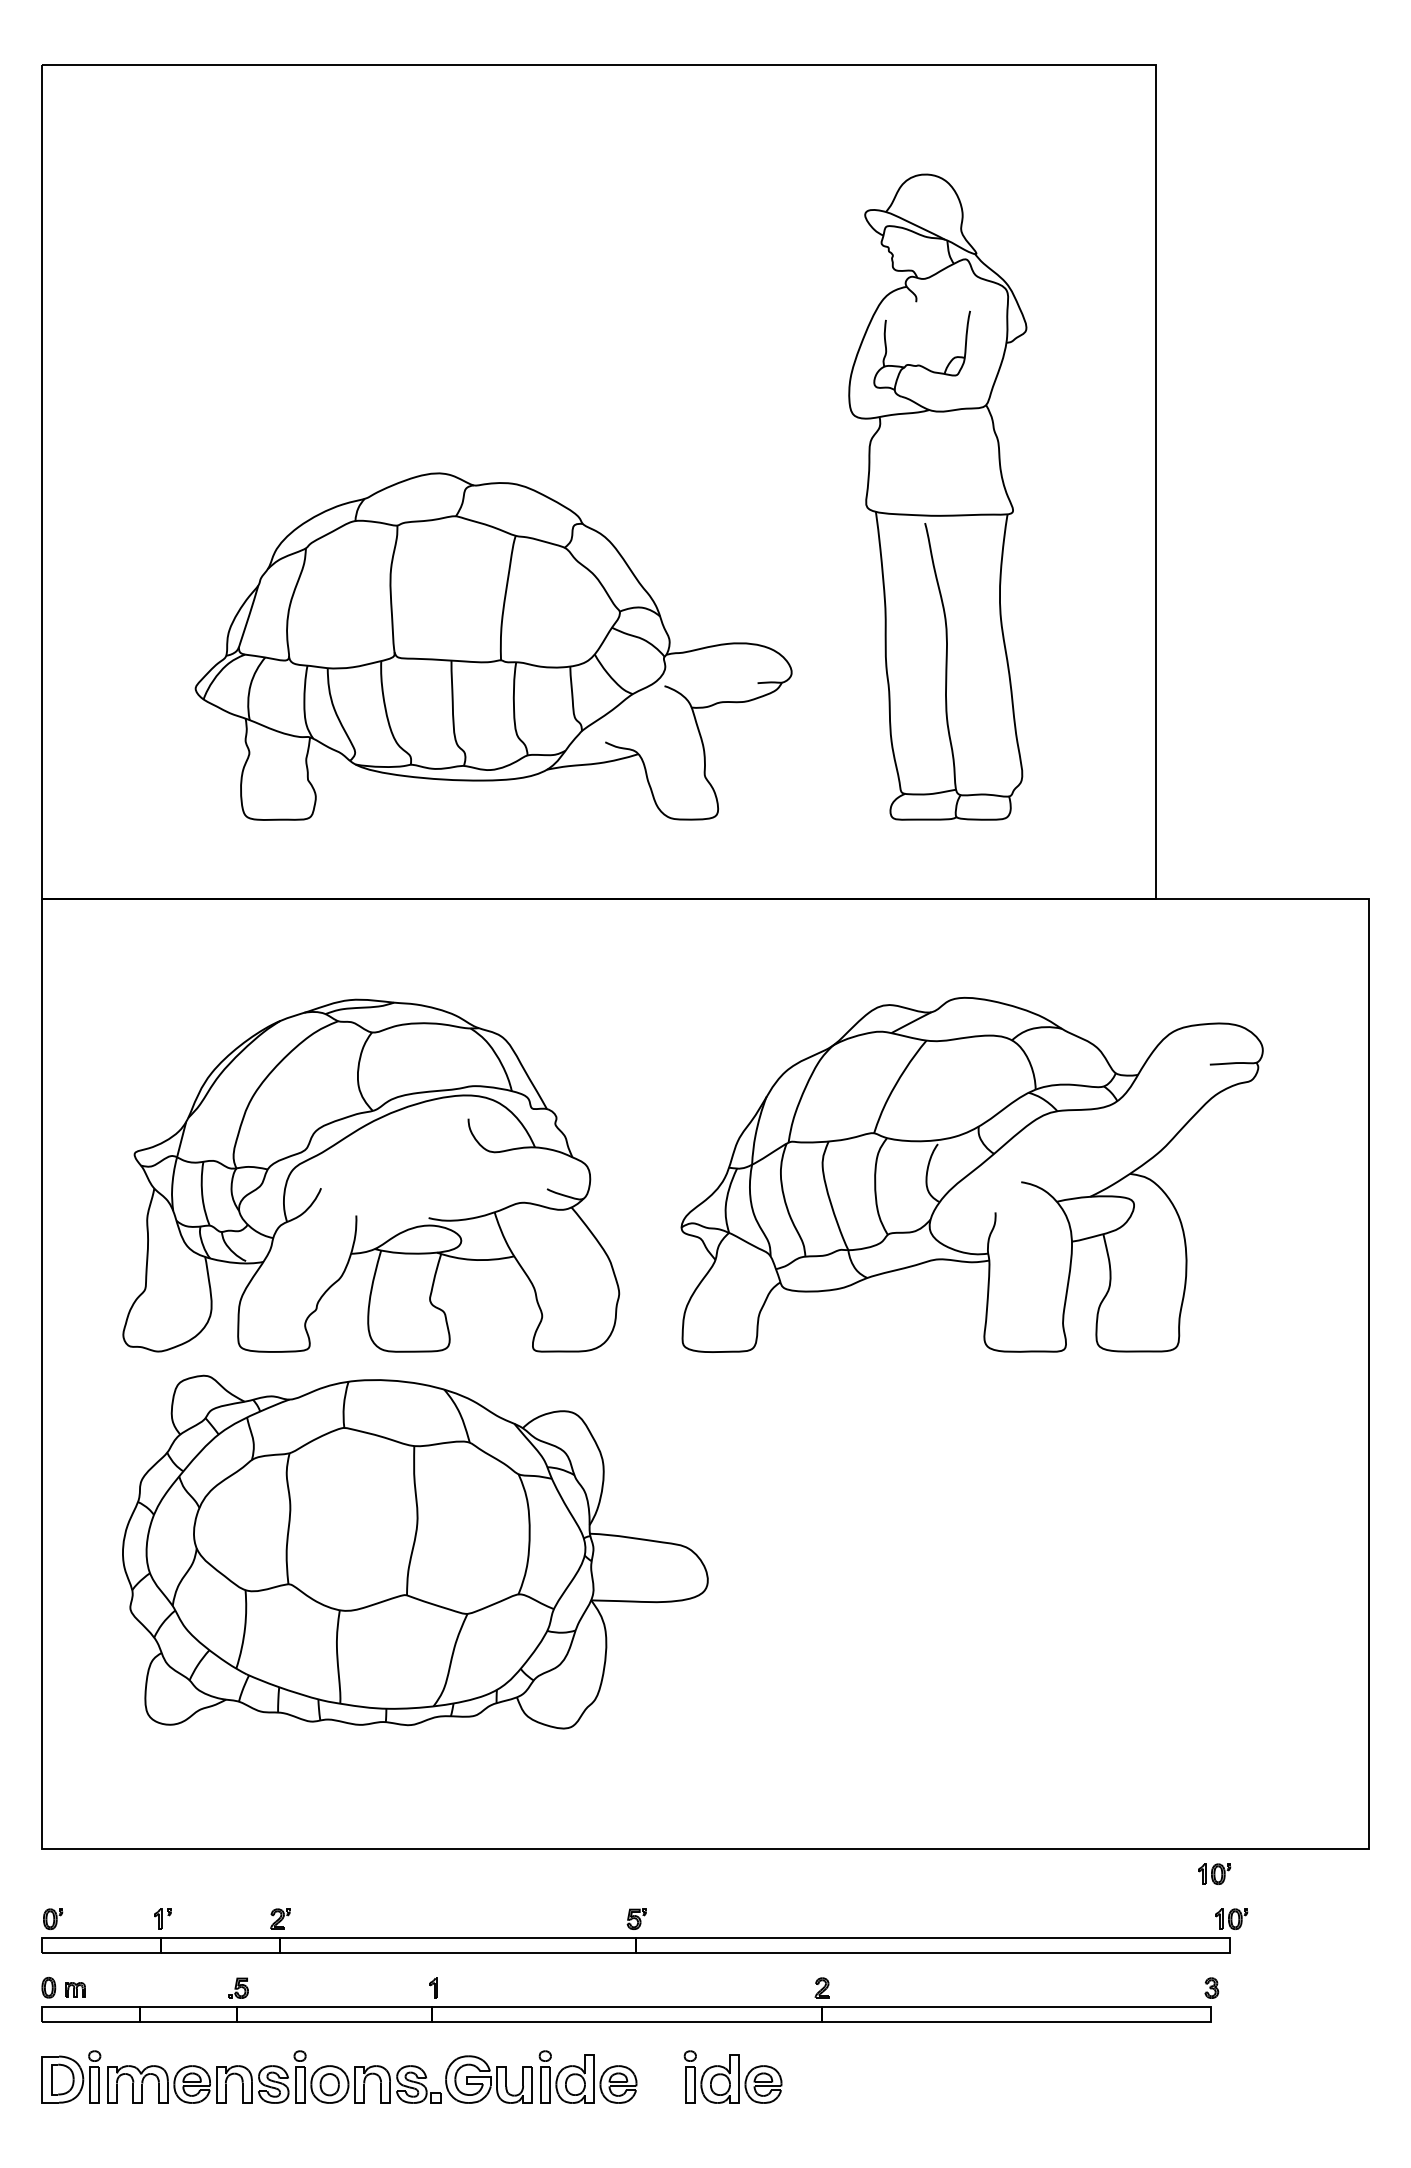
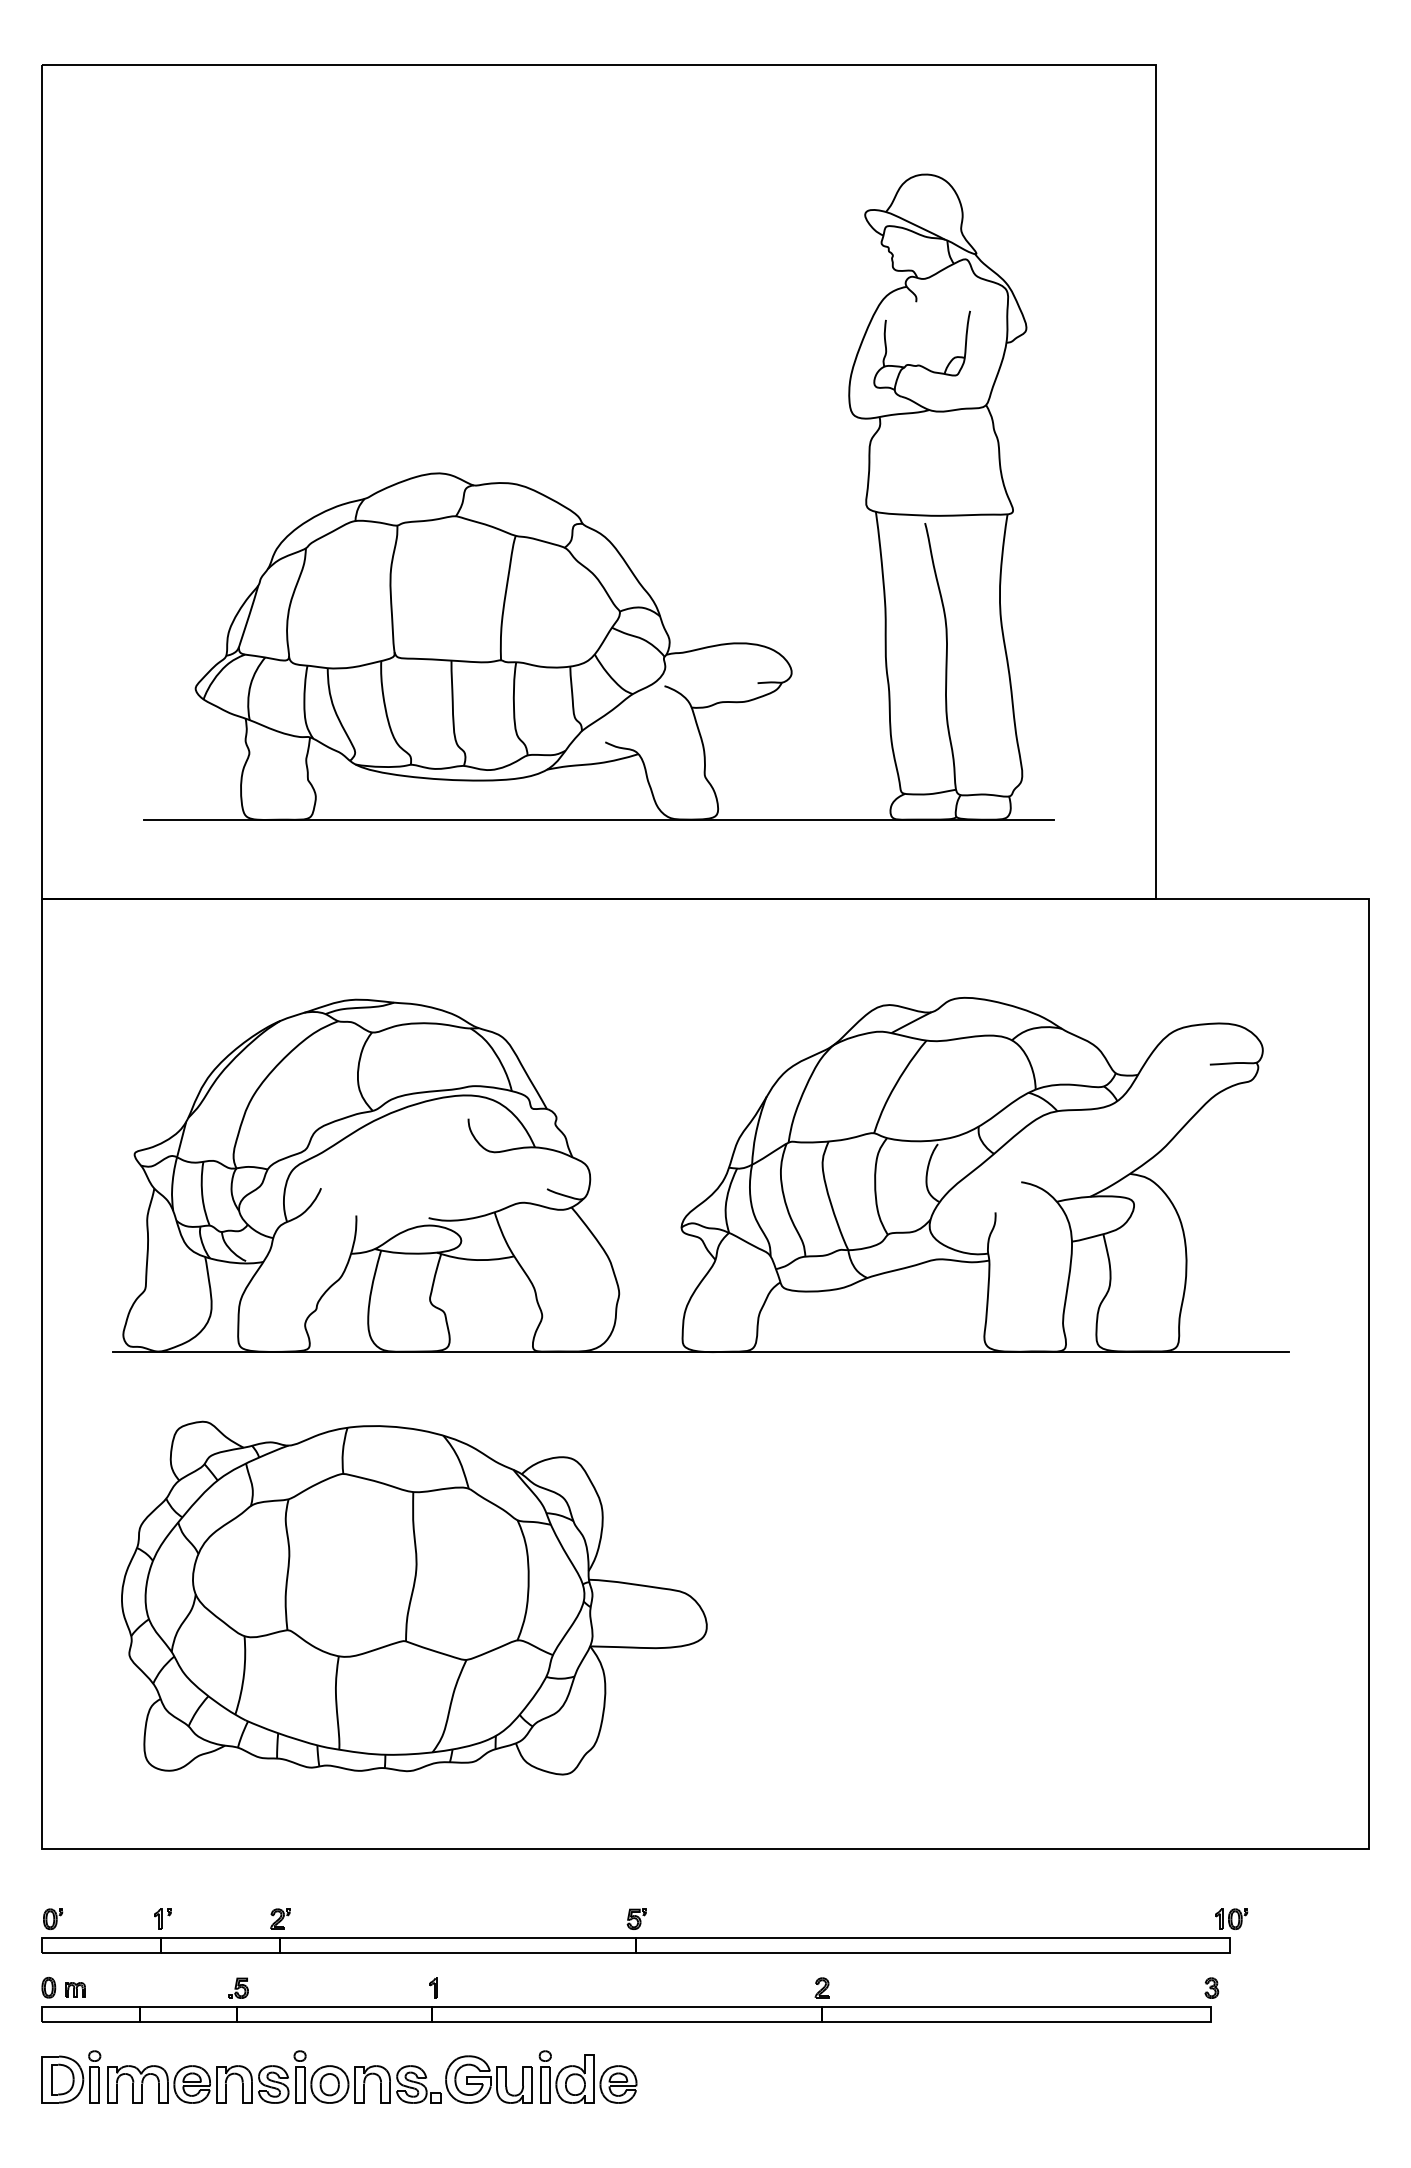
line at (598, 819): none -> present
line at (701, 1351): none -> present
part at (415, 1551) position: (415, 1551) -> (414, 1597)
part at (1214, 1873): present -> none
part at (732, 2076): present -> none
